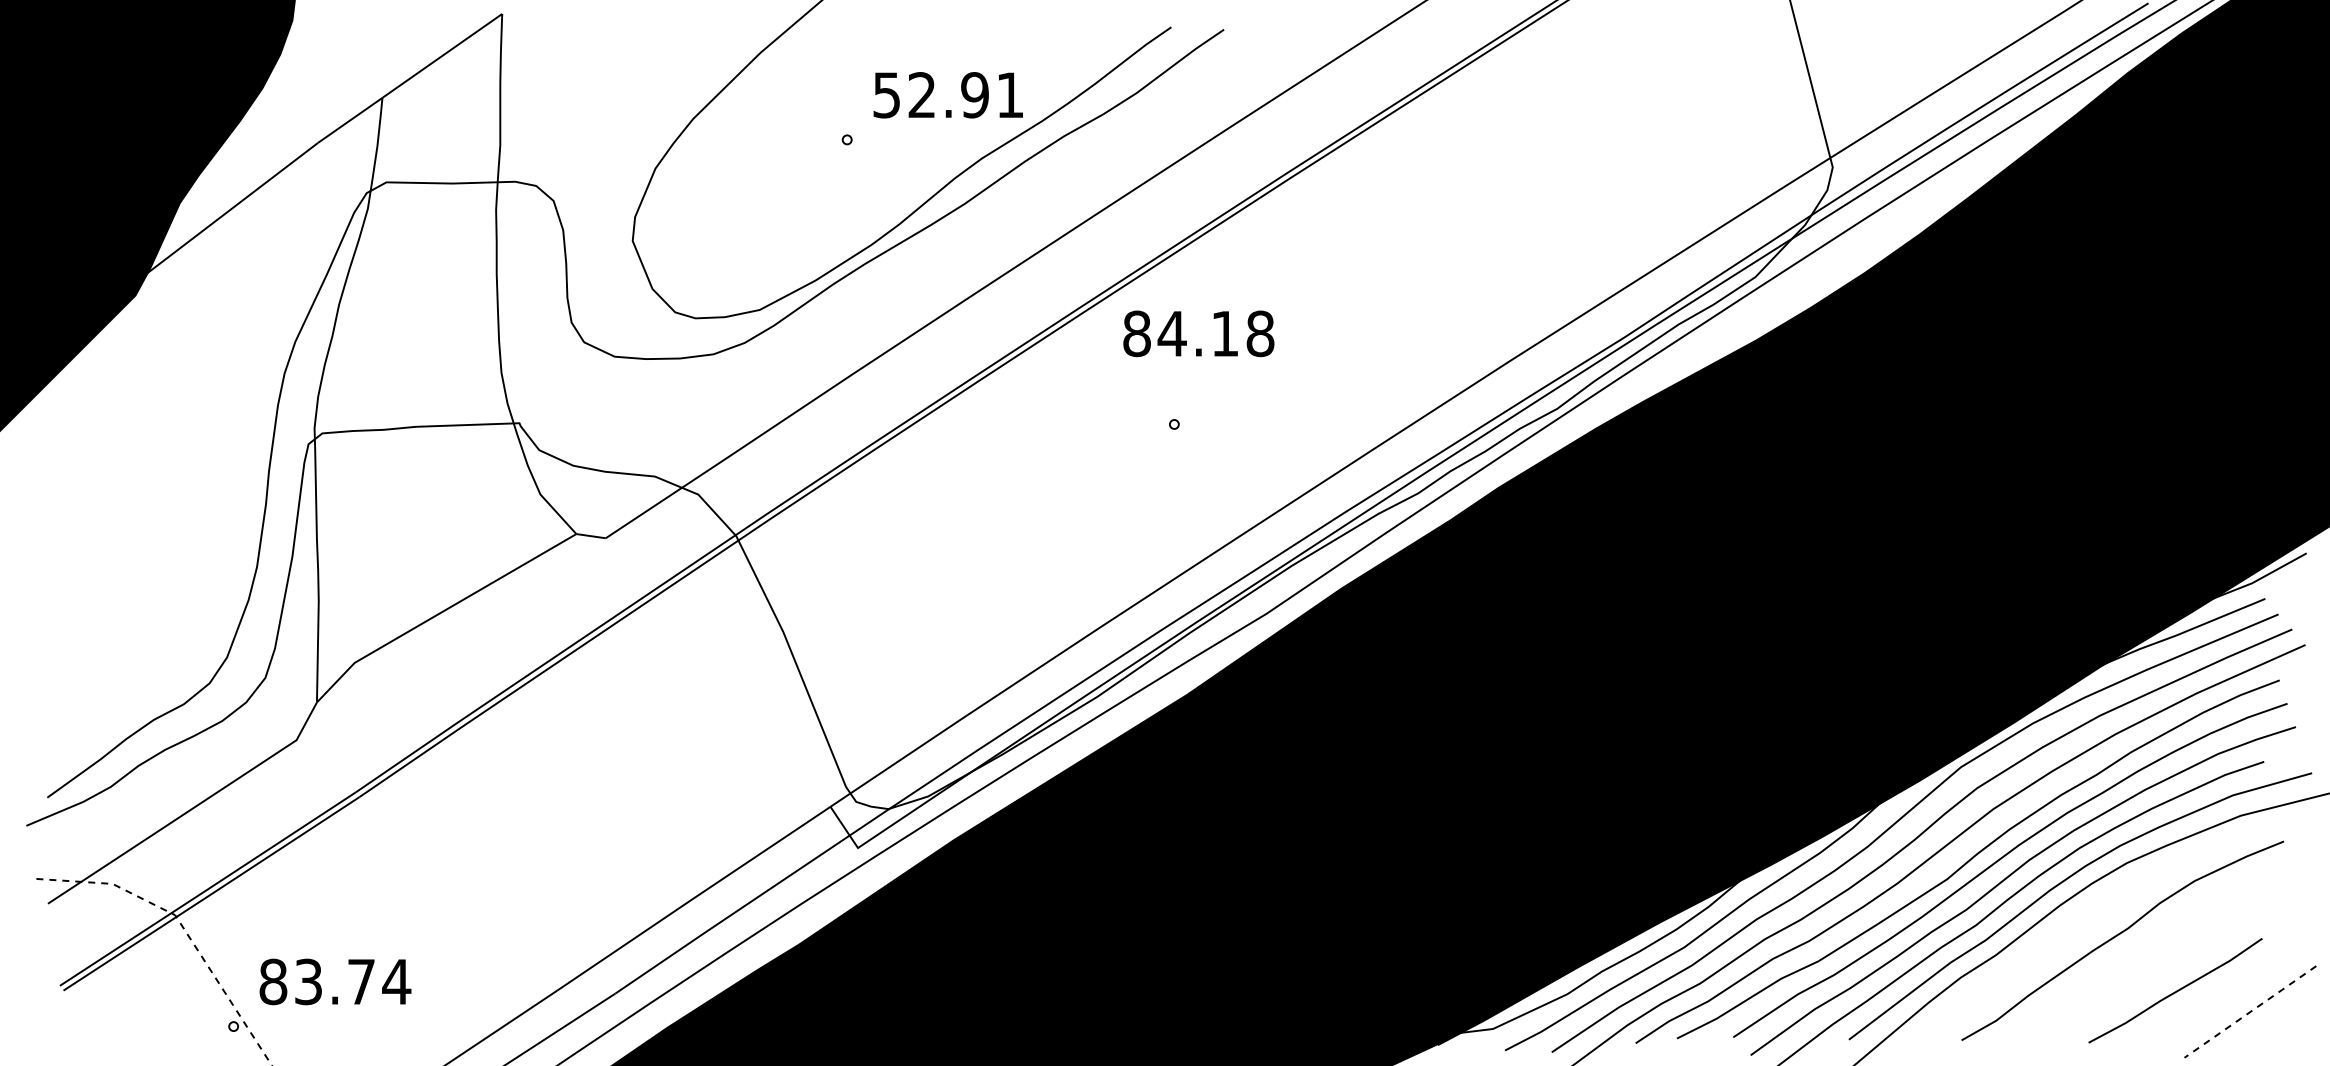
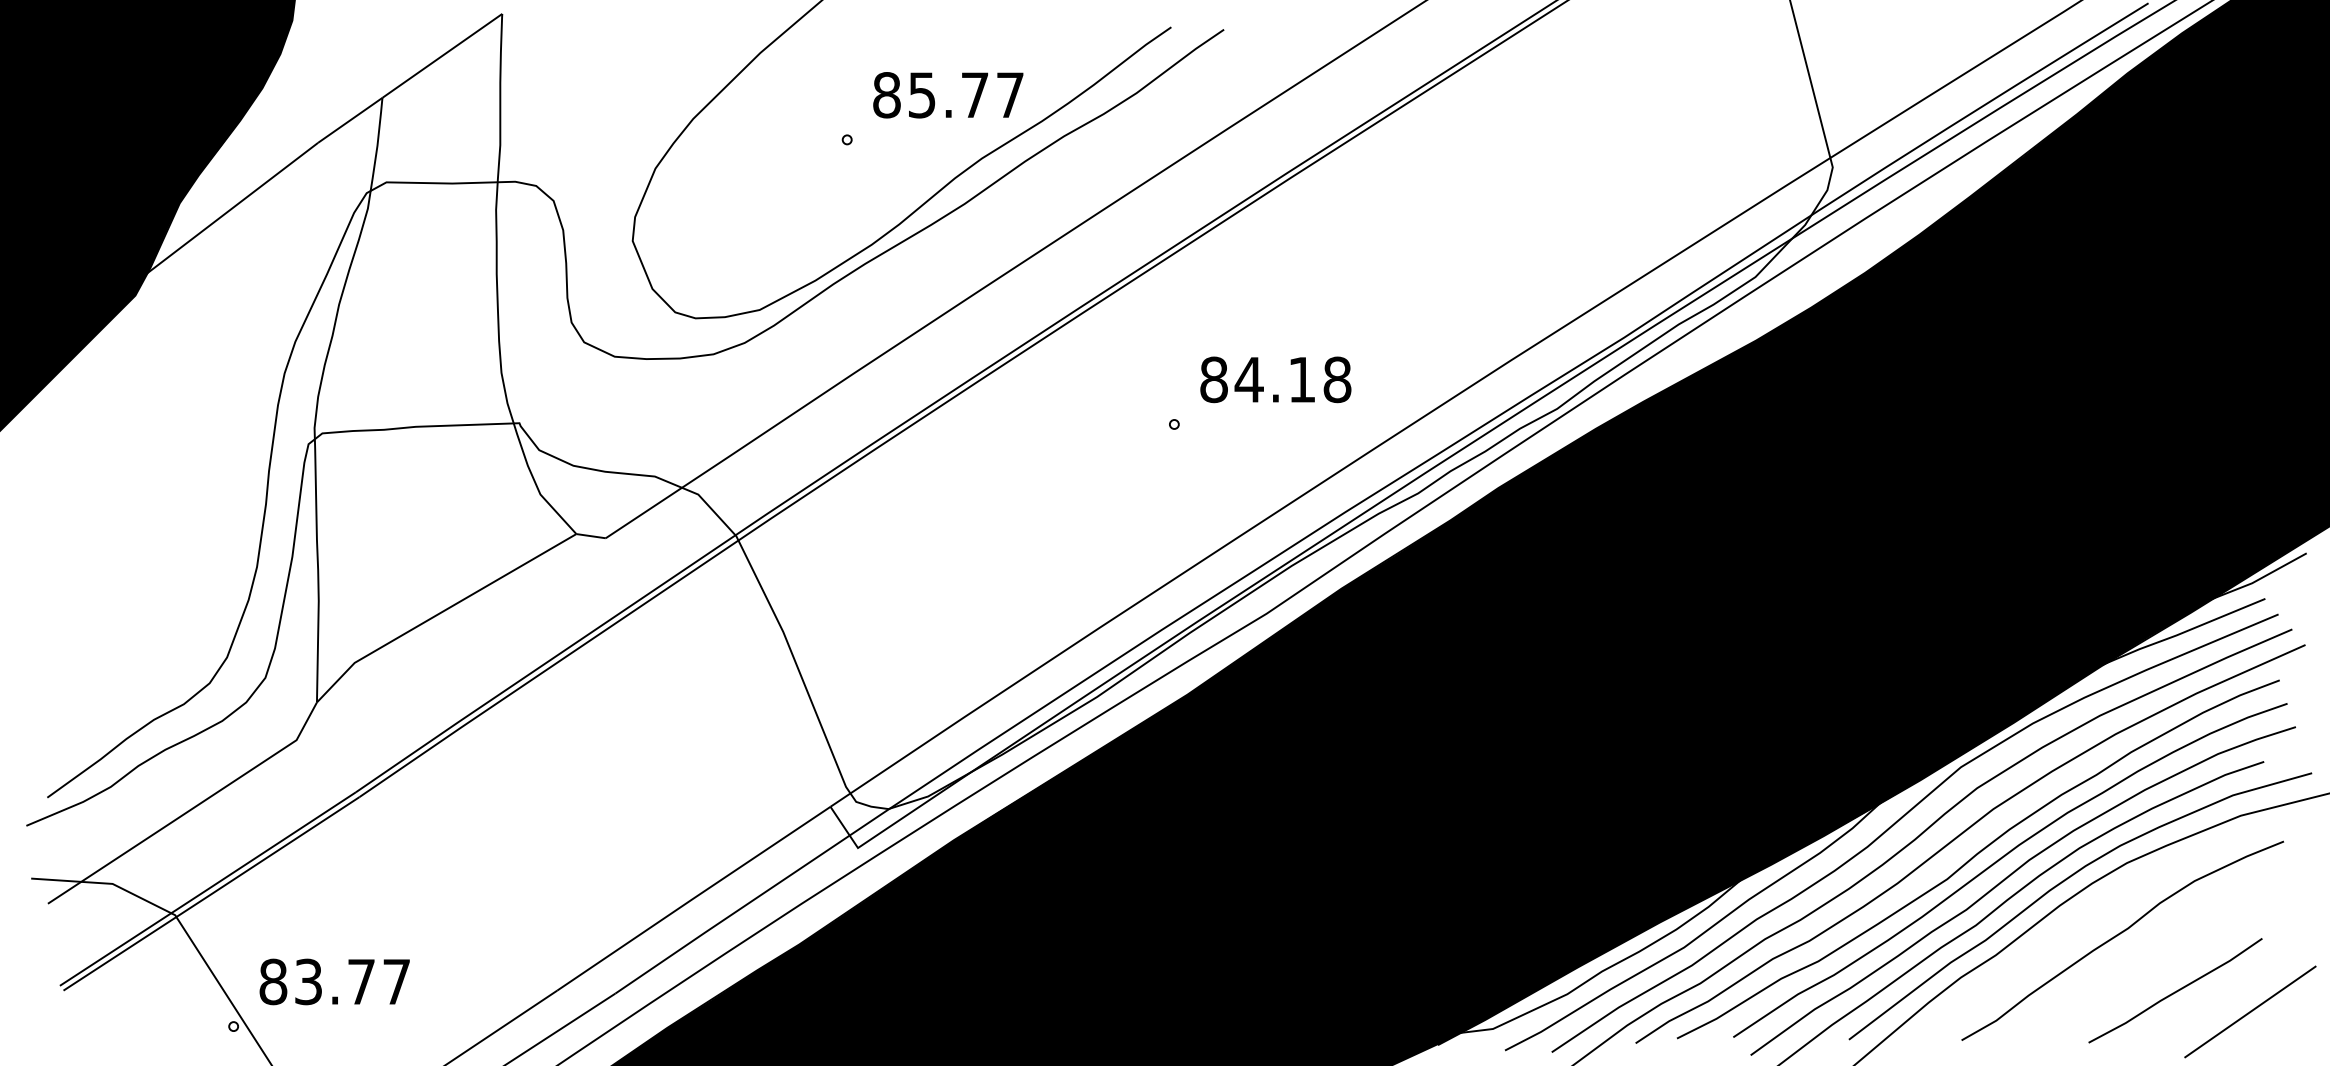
text at (948, 95): 52.91 -> 85.77
text at (1198, 333) position: (1198, 333) -> (1275, 379)
line at (181, 925): dashed -> solid
text at (396, 981): 83.74 -> 83.77
line at (2249, 1012): dashed -> solid
